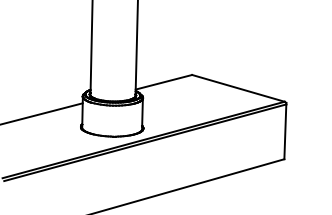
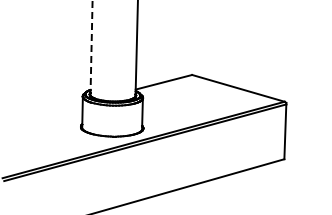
line at (91, 48): solid -> dashed
line at (42, 113): present -> none
